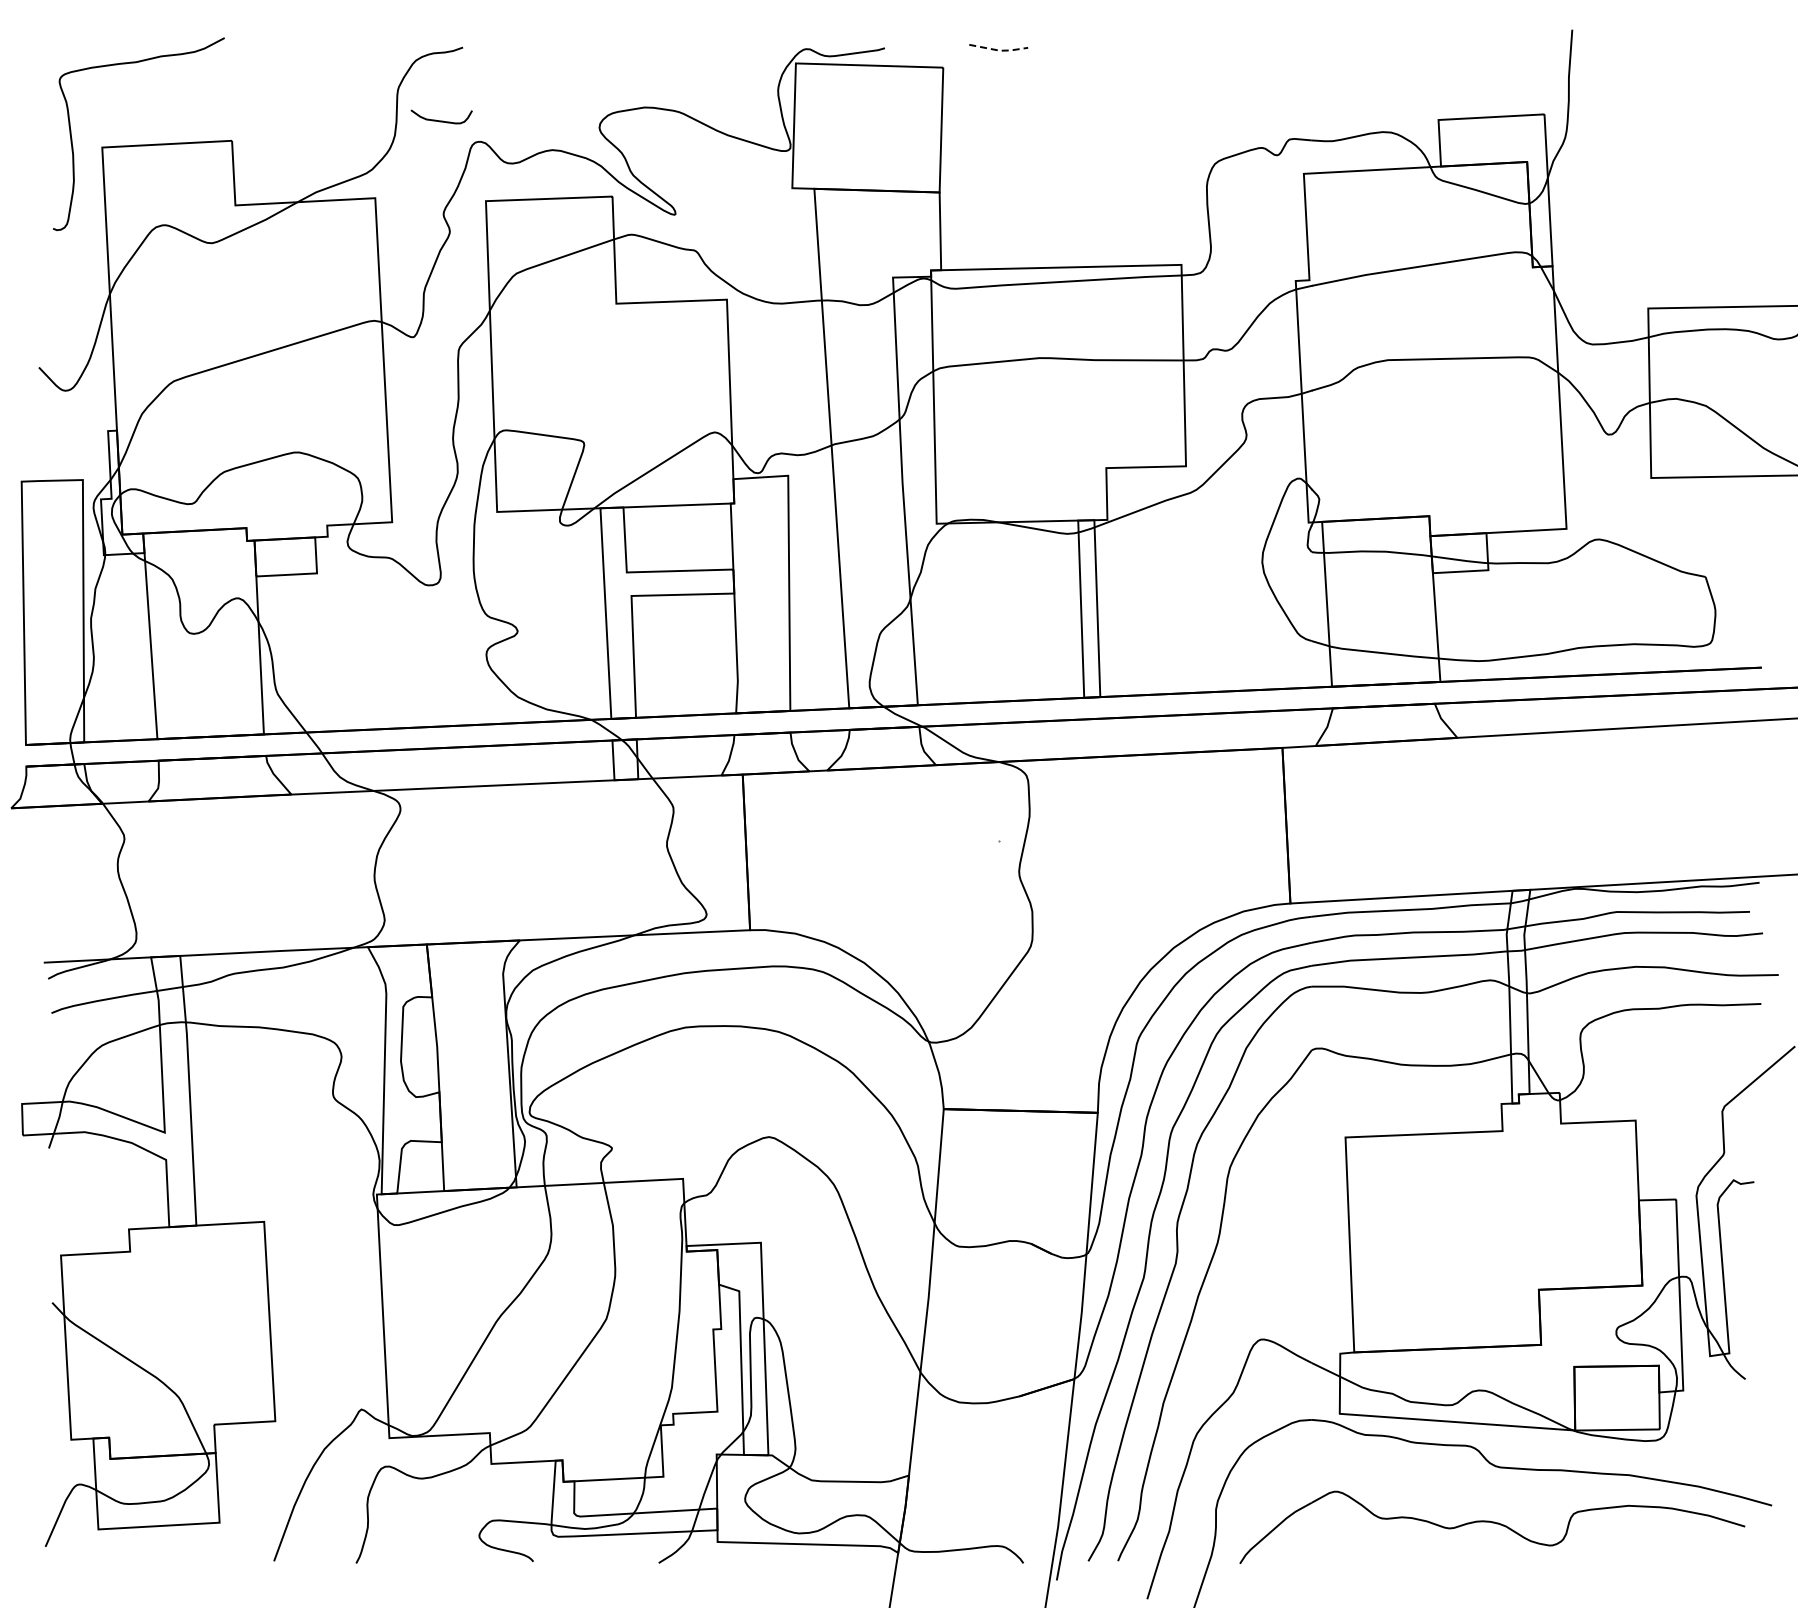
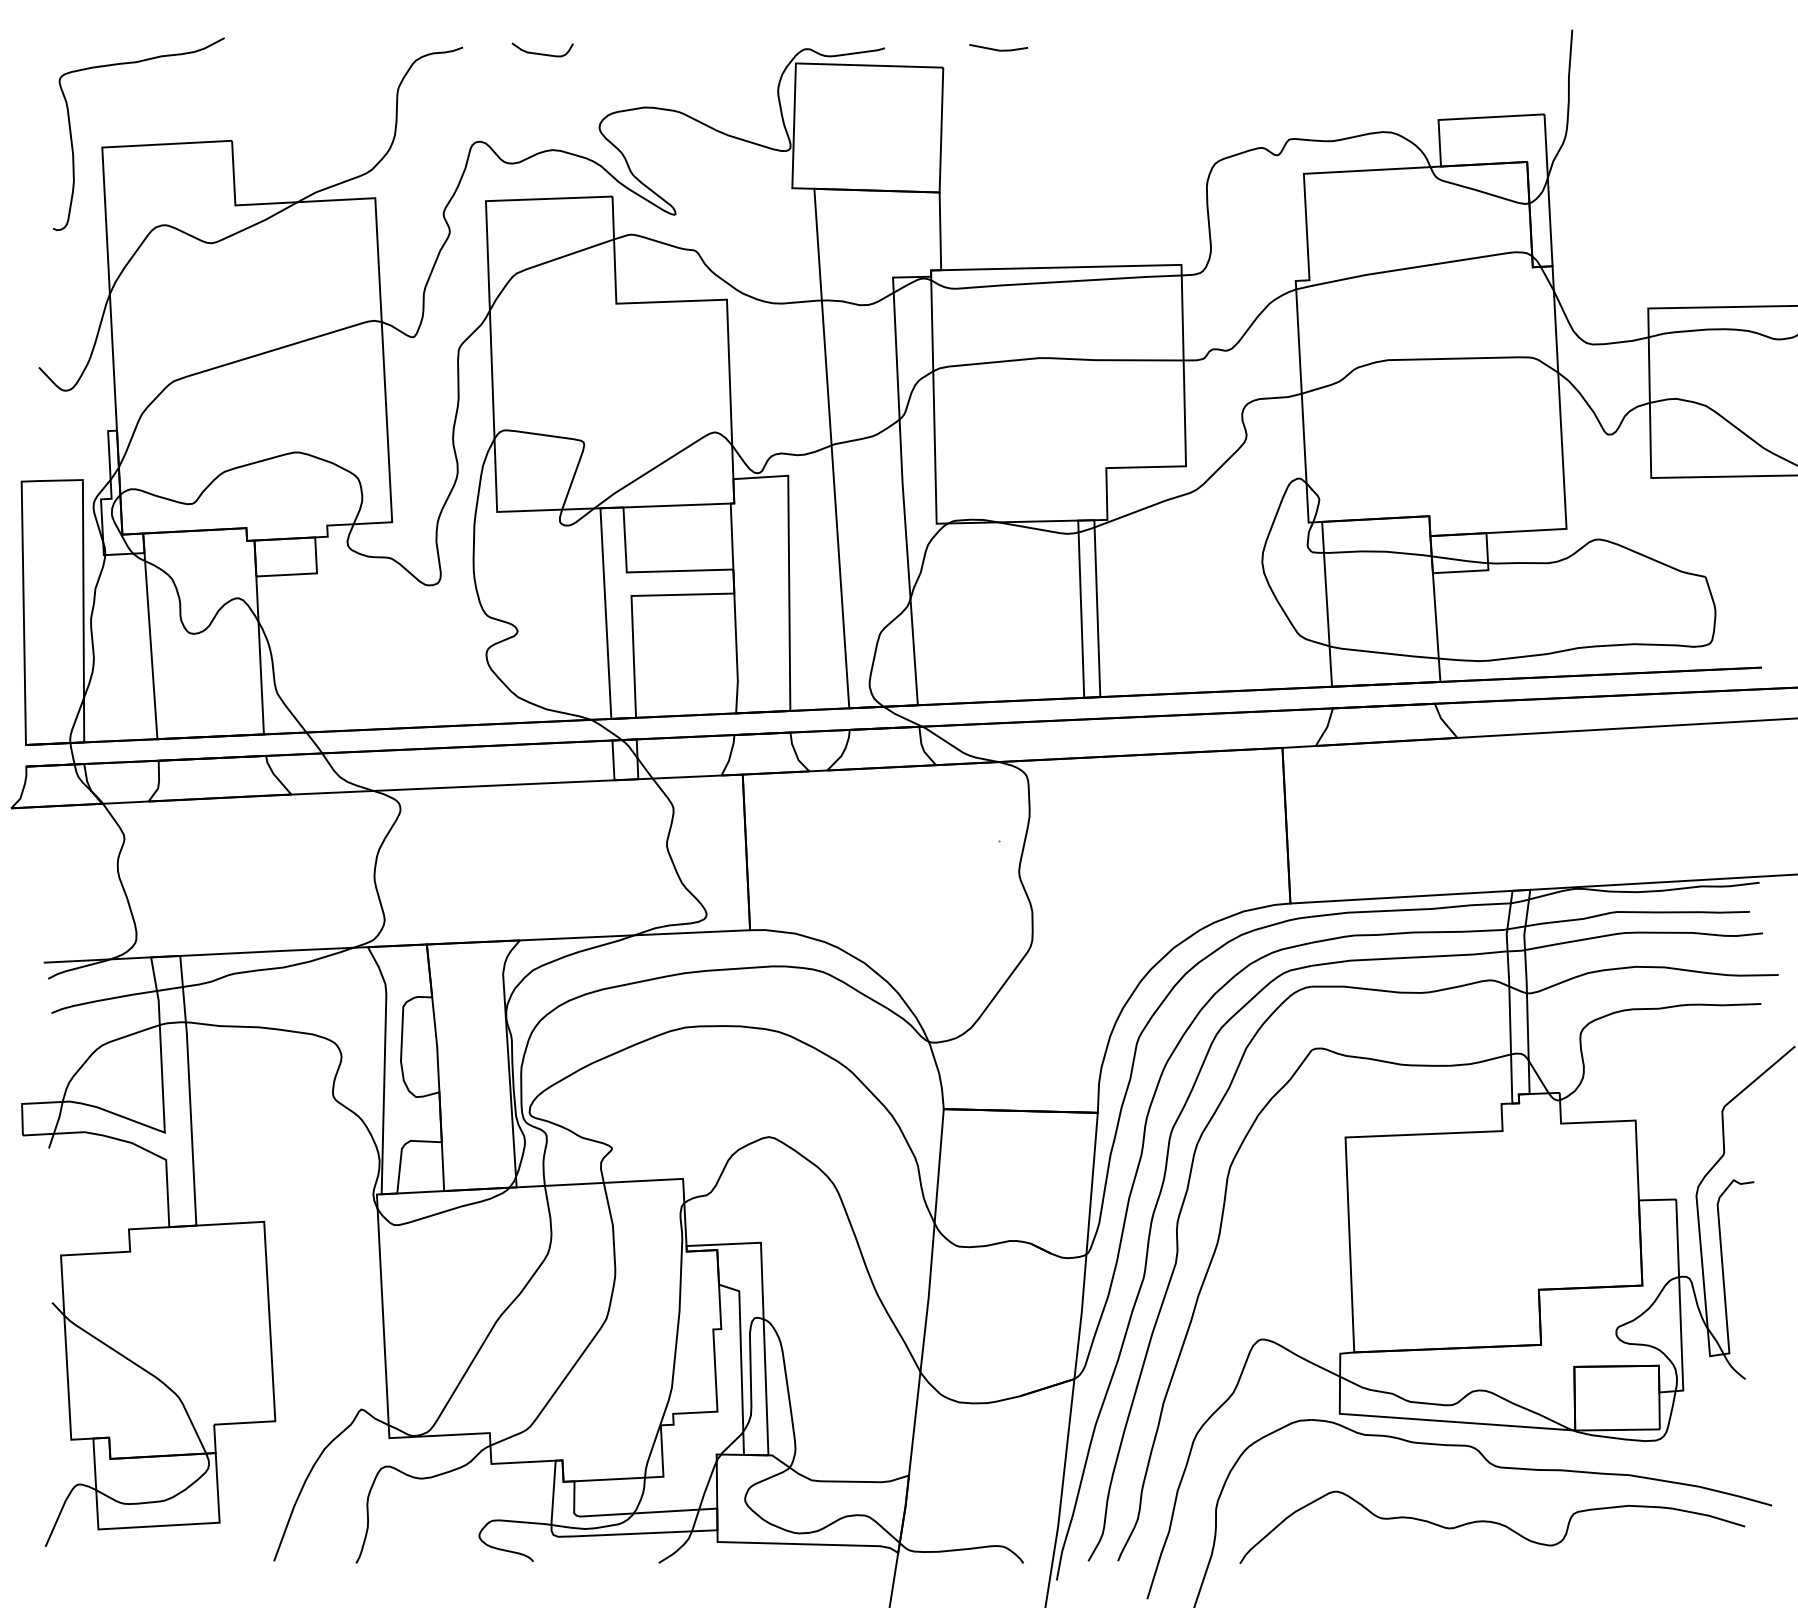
line at (999, 50): dashed -> solid
curve at (441, 120) position: (441, 120) -> (542, 53)
